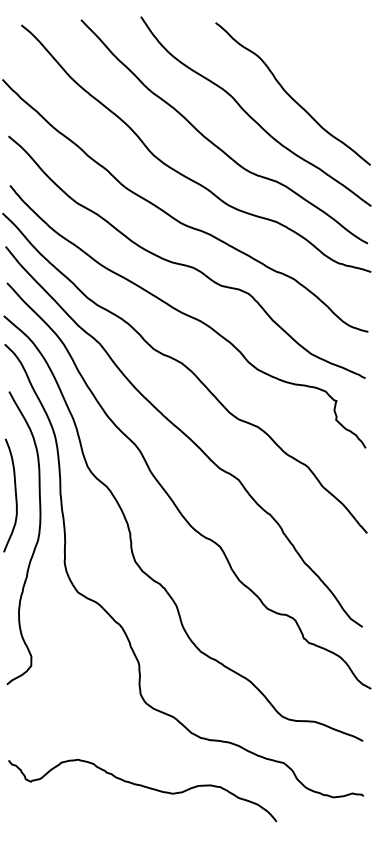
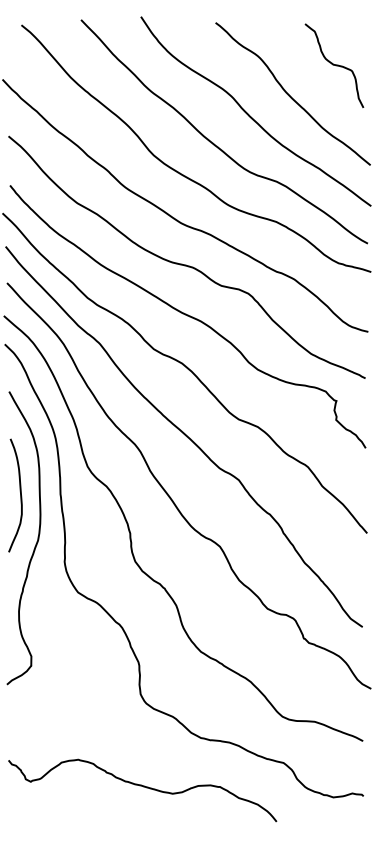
curve at (334, 65): none -> present
curve at (15, 495) position: (15, 495) -> (20, 495)
